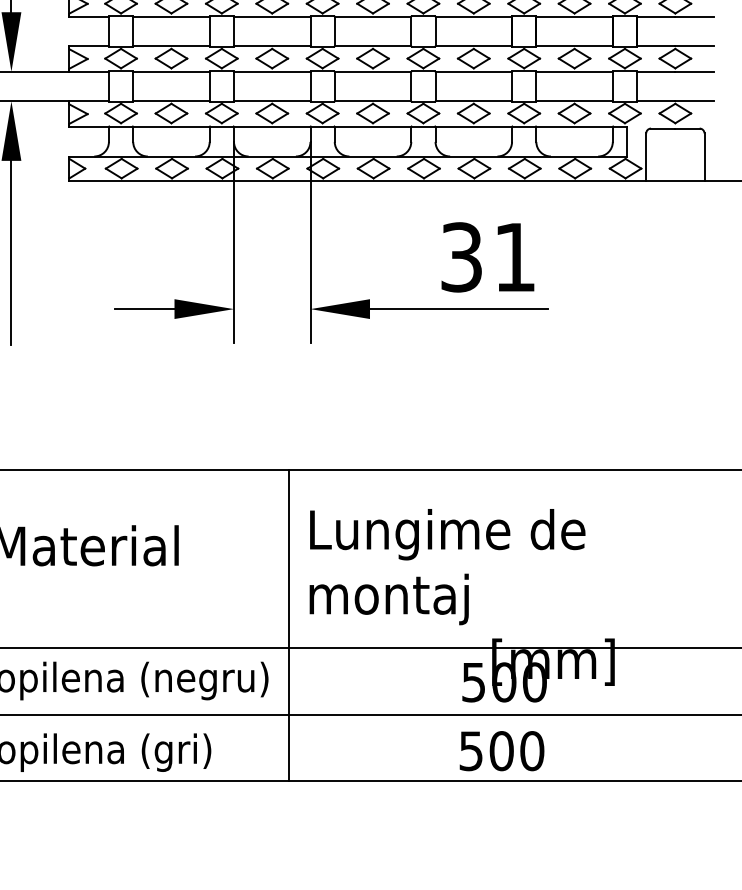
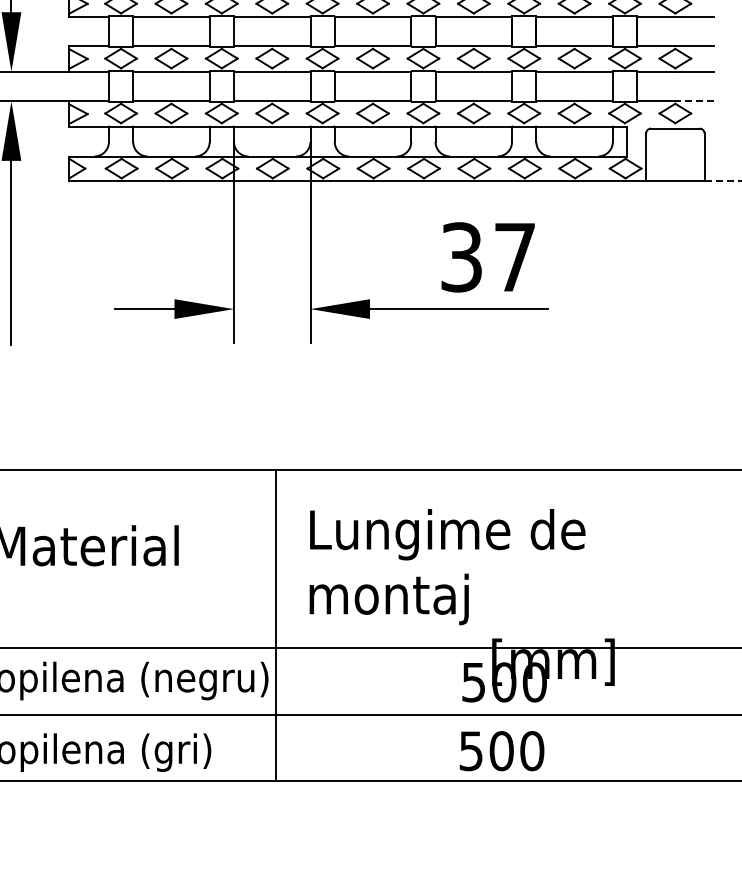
line at (694, 101): solid -> dashed
line at (723, 180): solid -> dashed
text at (514, 257): 31 -> 37
line at (288, 625) position: (288, 625) -> (275, 625)
